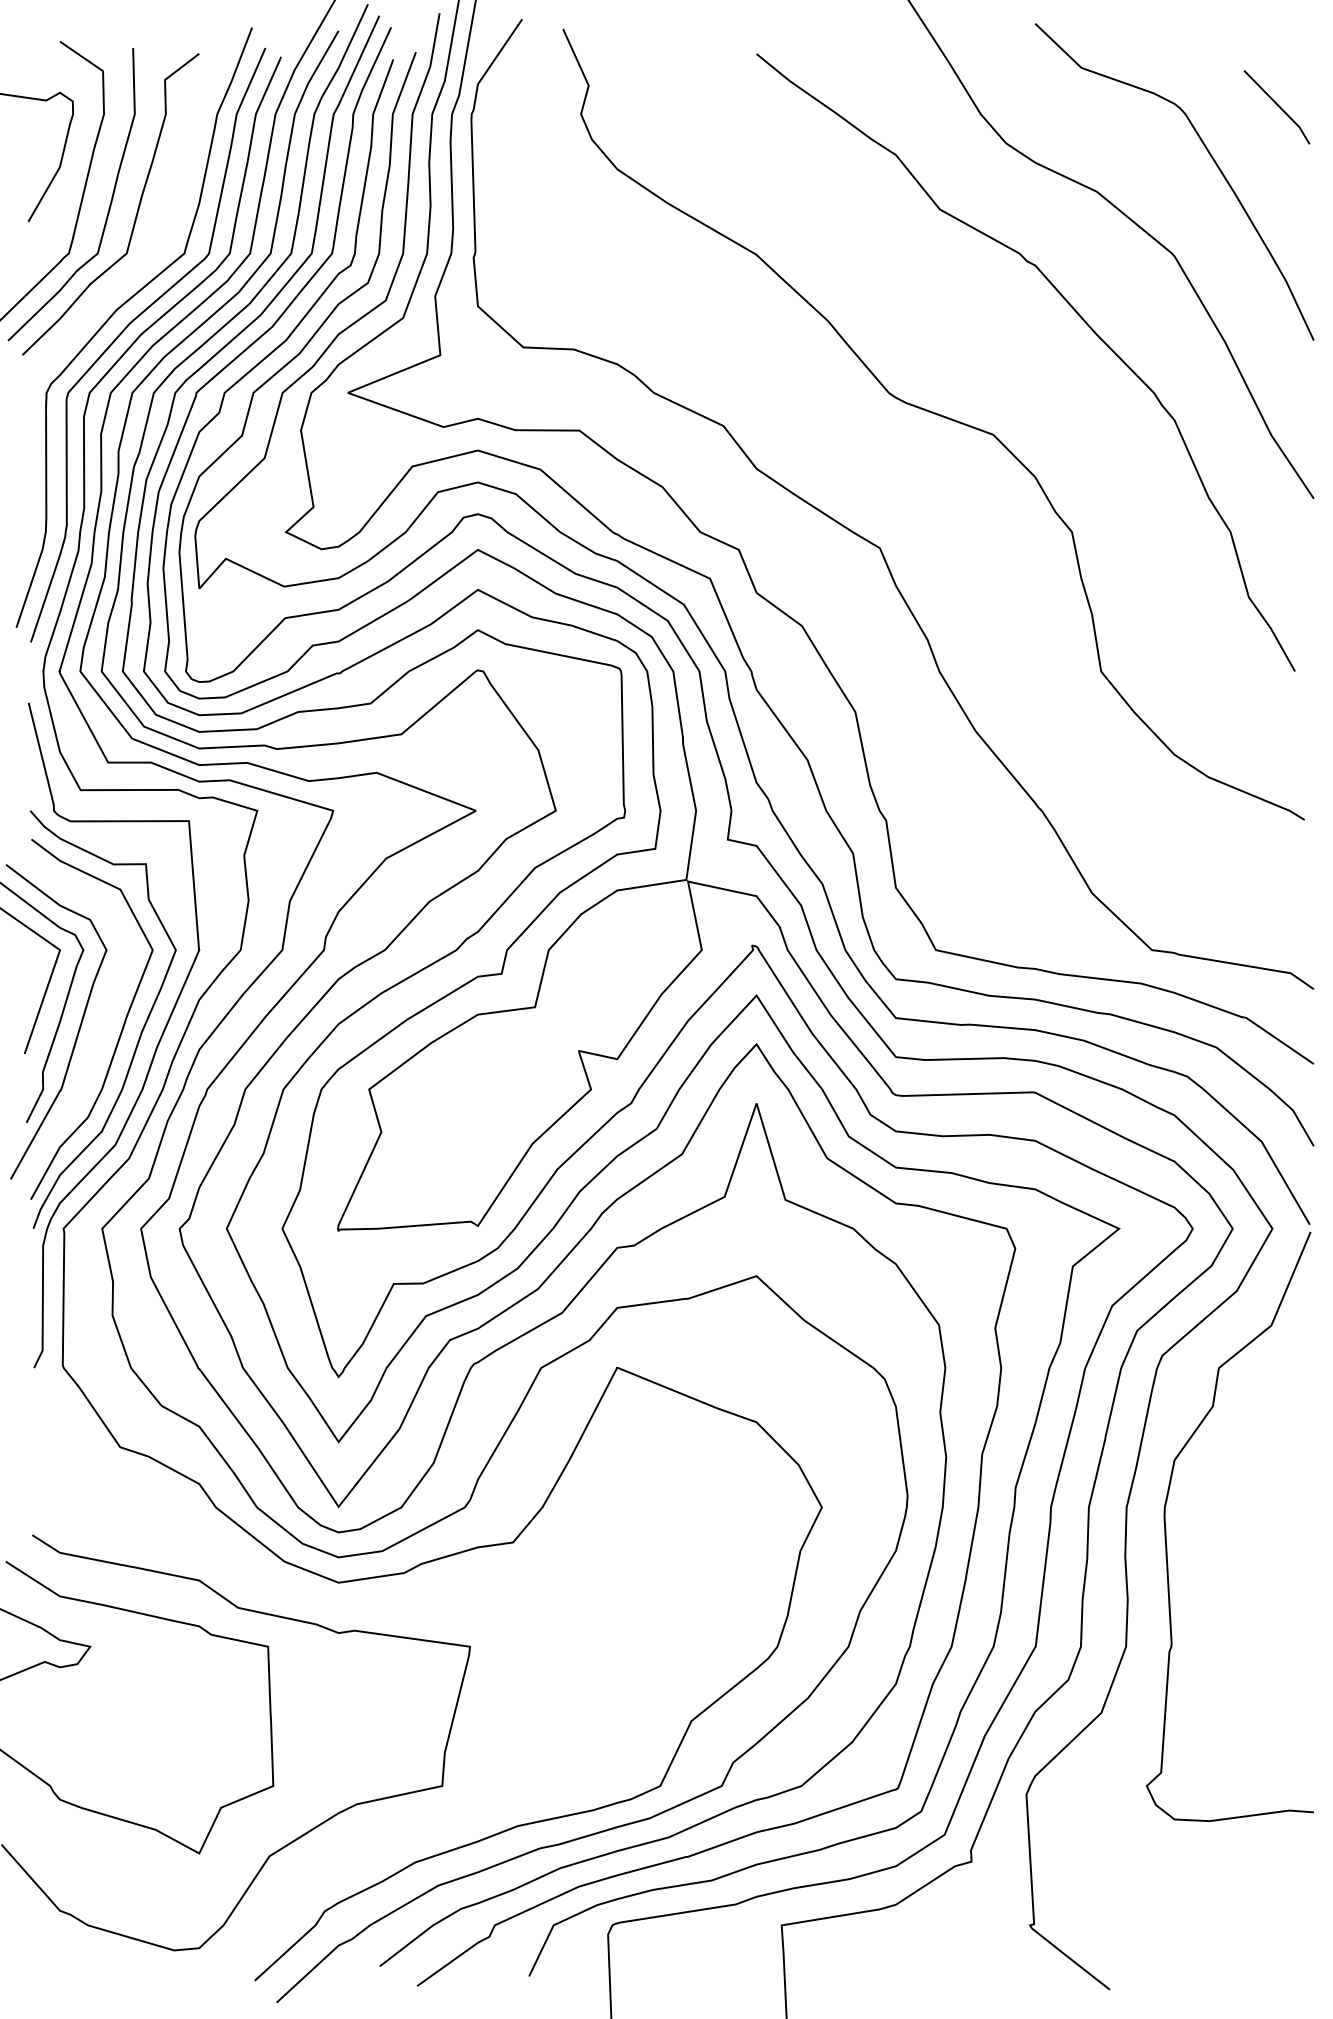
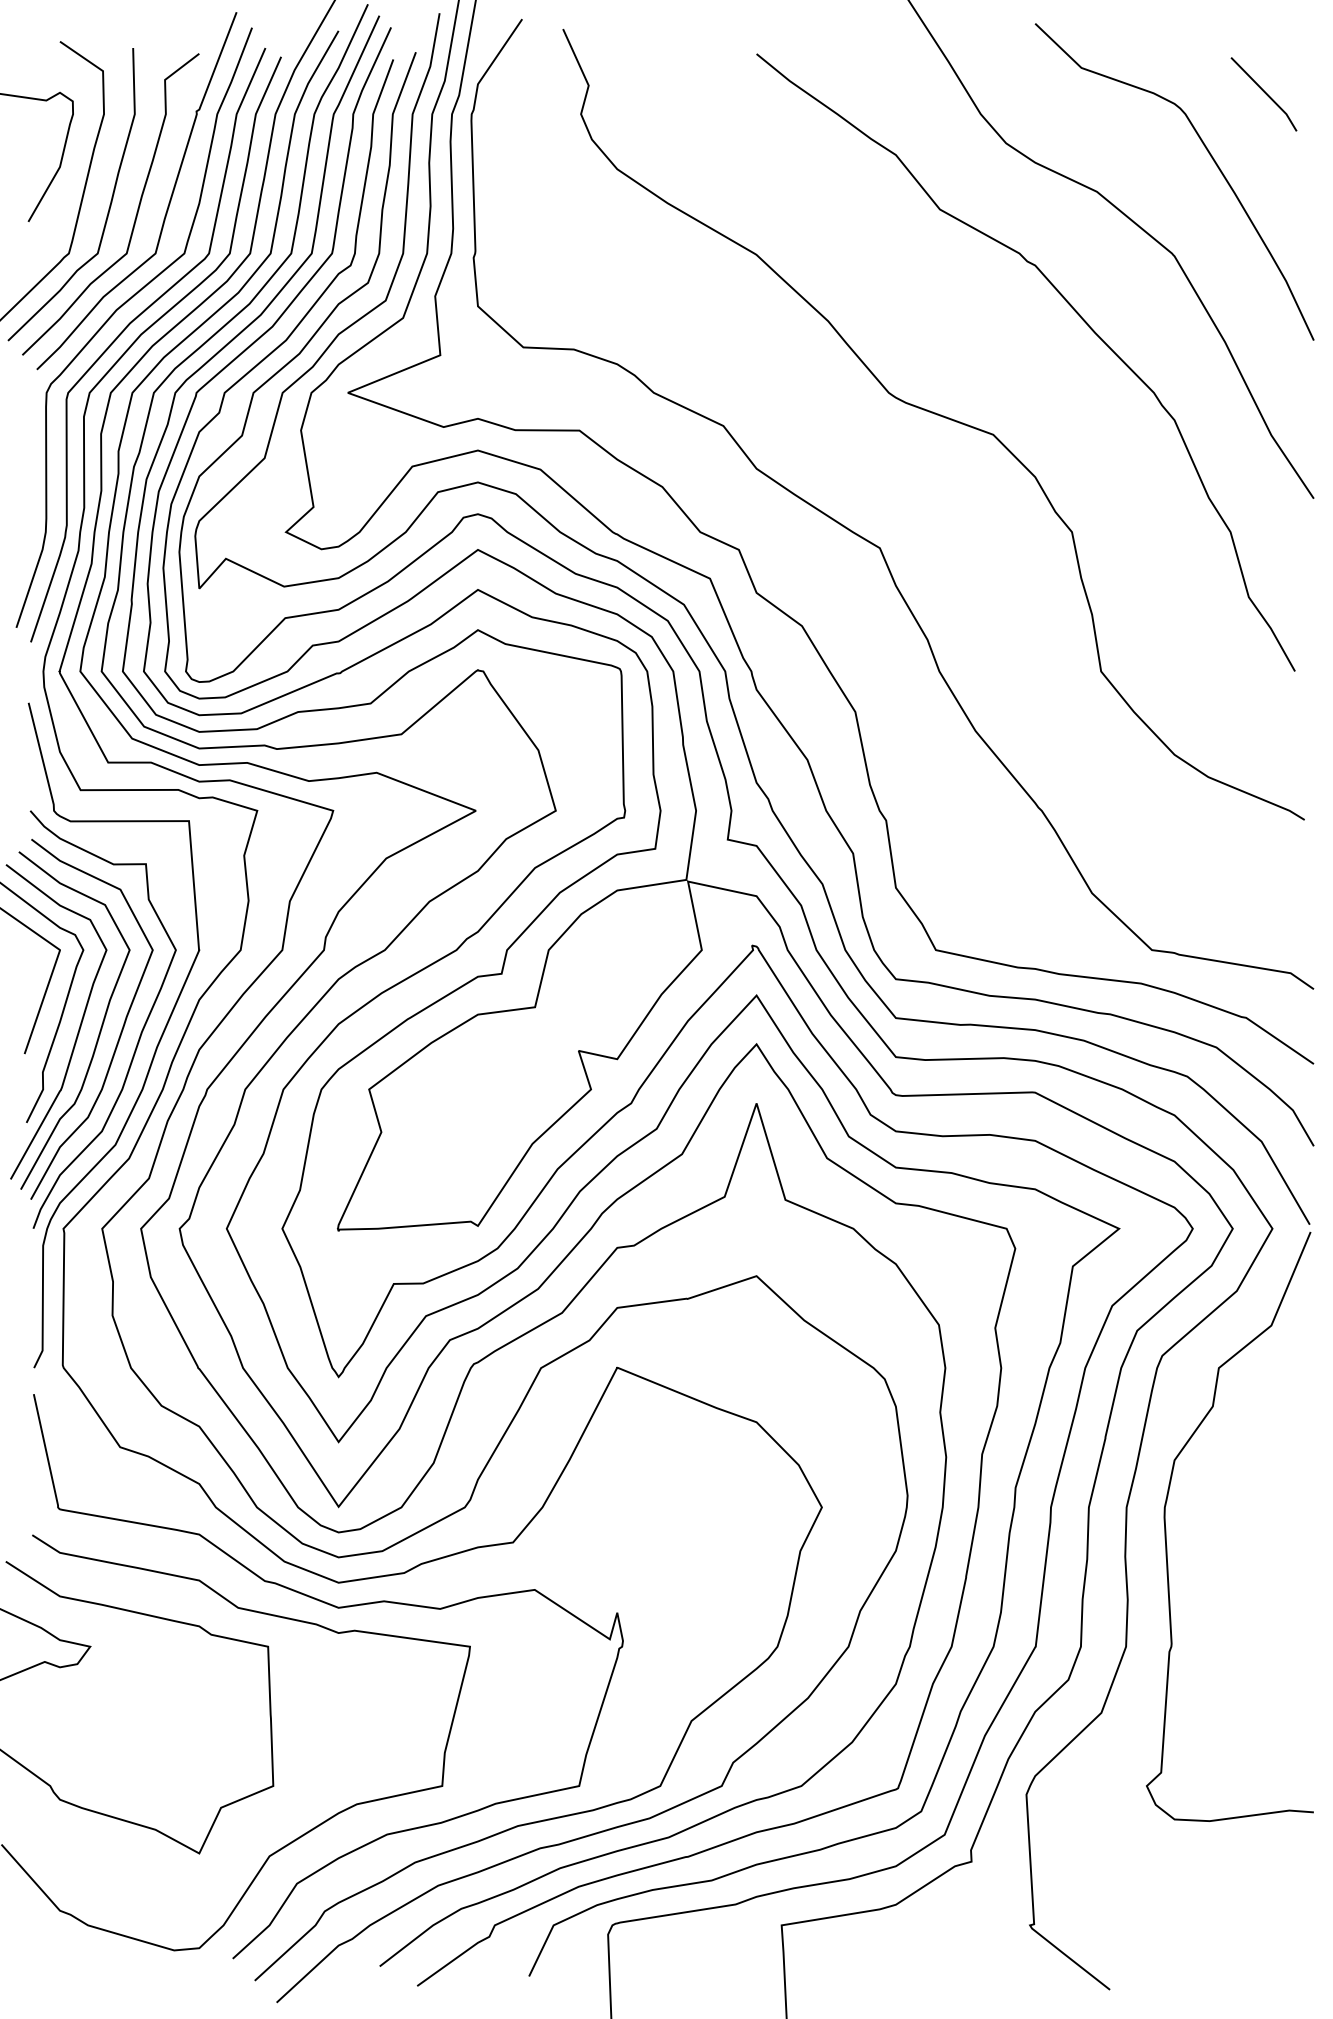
line at (1277, 106) position: (1277, 106) -> (1264, 93)
curve at (168, 202): none -> present
curve at (100, 1027): none -> present
curve at (337, 1608): none -> present
